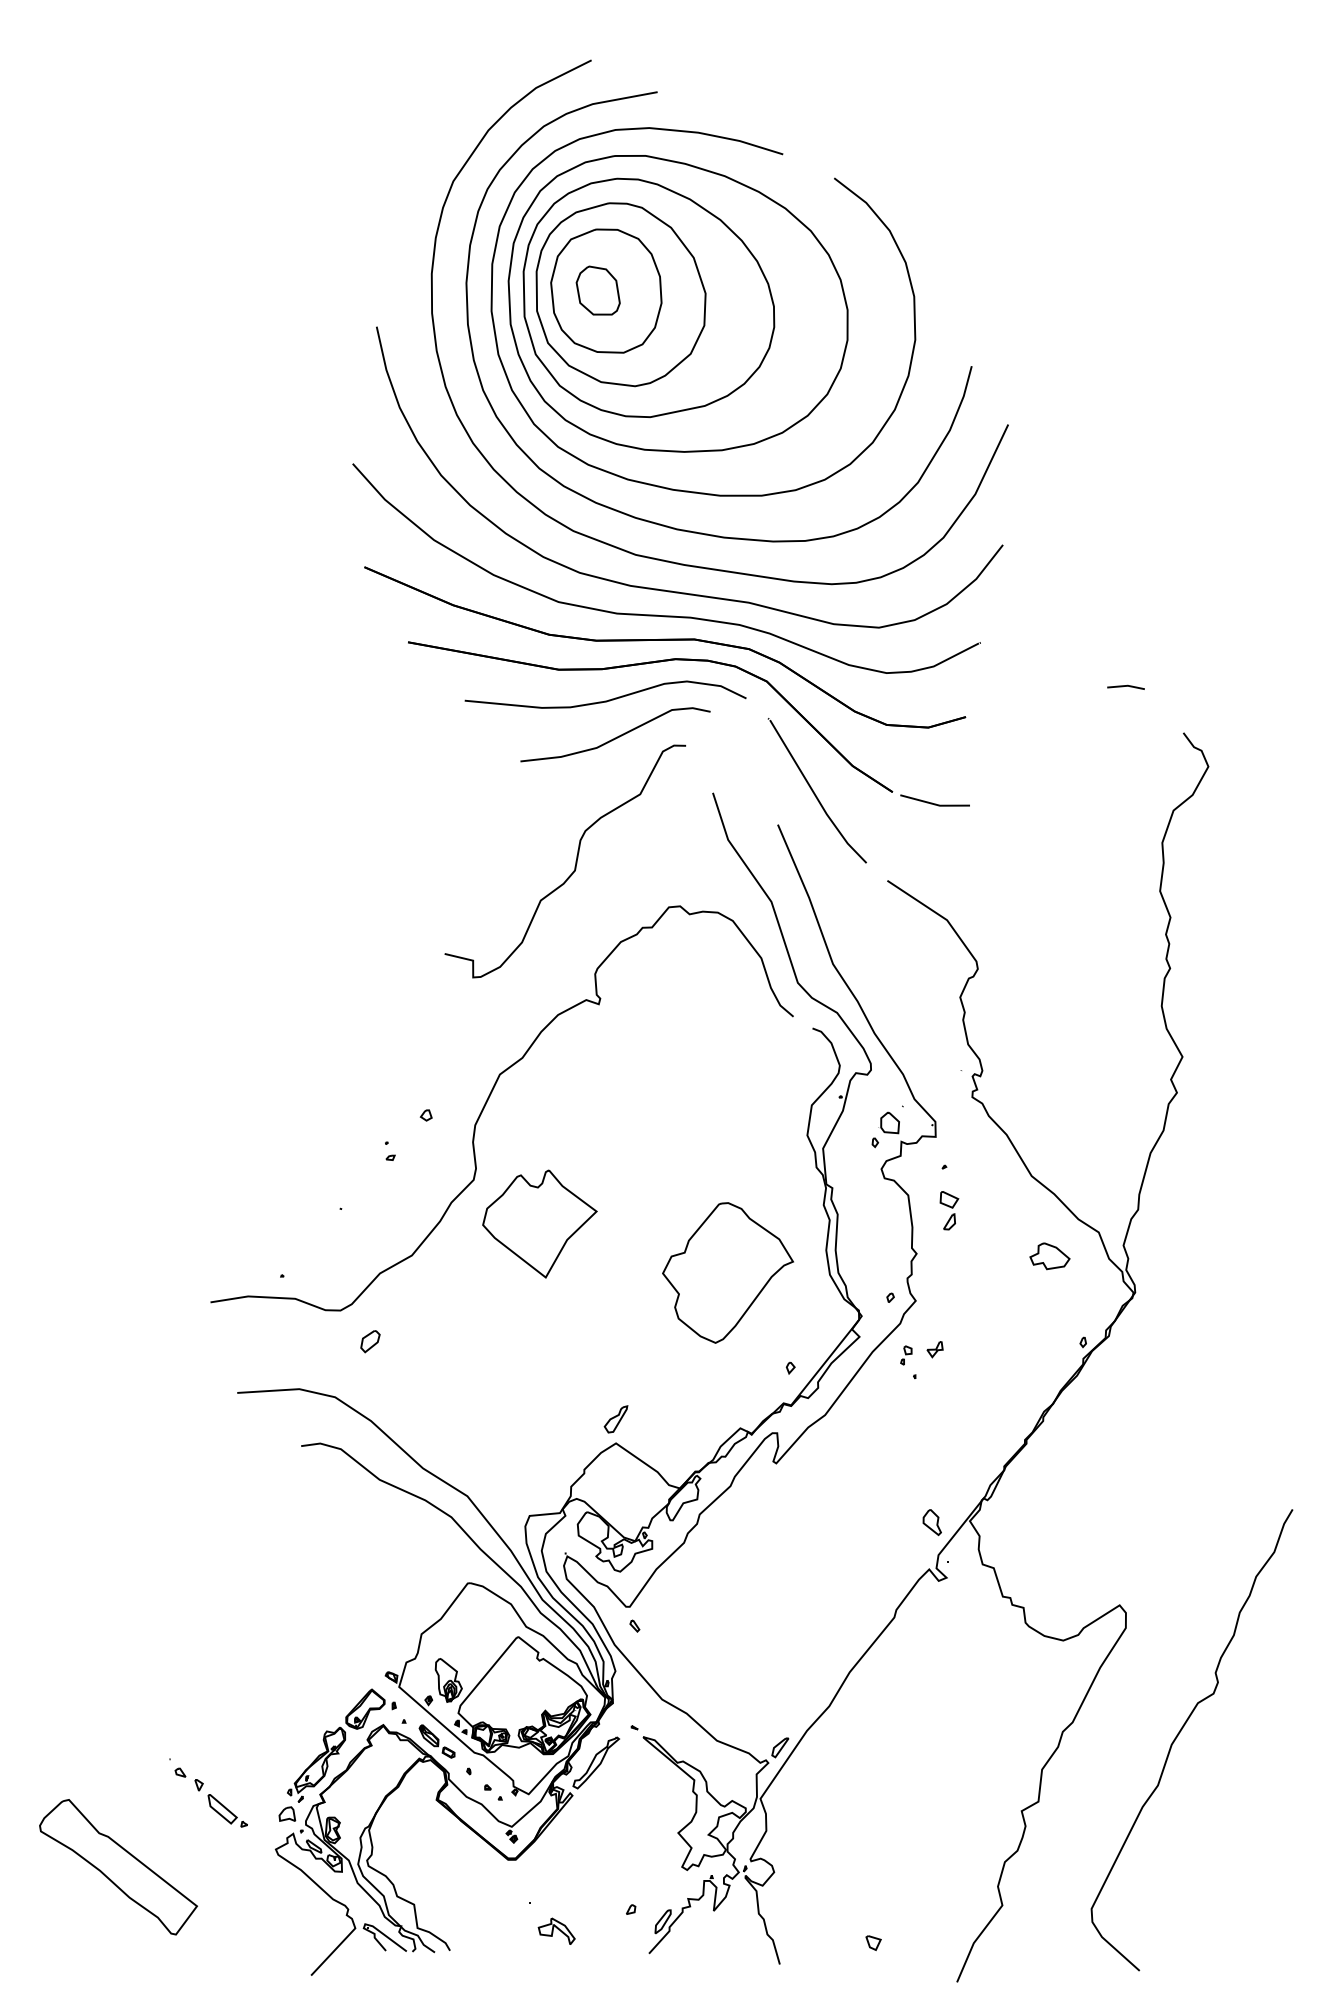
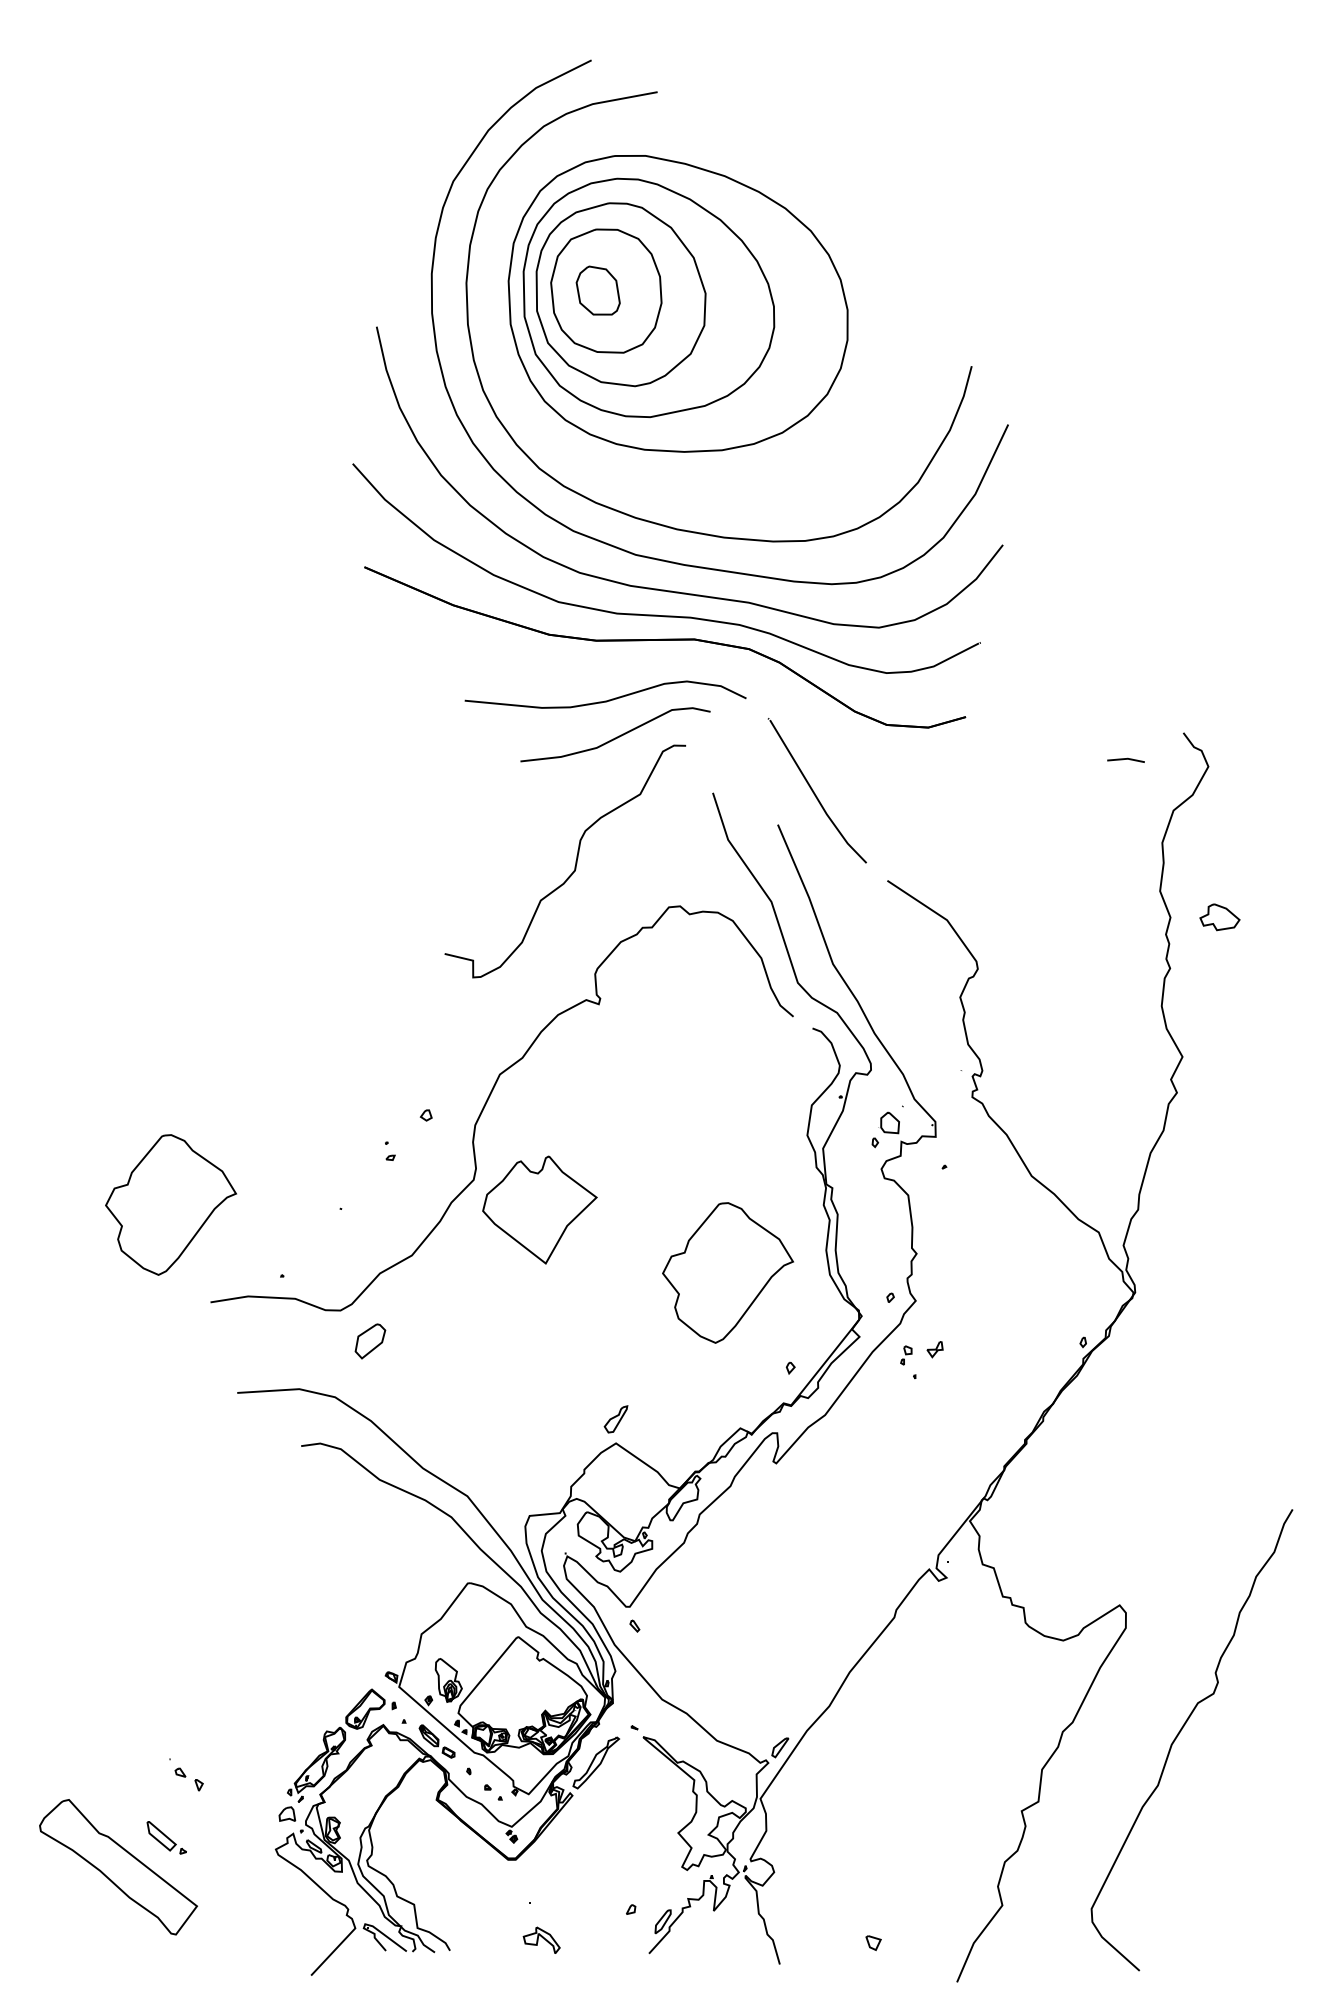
curve at (756, 147): present -> none
part at (696, 661): present -> none
line at (1125, 686) position: (1125, 686) -> (1125, 759)
part at (170, 1204): none -> present
part at (949, 1210): present -> none
part at (539, 1223) position: (539, 1223) -> (539, 1209)
part at (1049, 1256) position: (1049, 1256) -> (1219, 917)
part at (370, 1341) size: 21x24 px -> 33x37 px
part at (931, 1522): present -> none
part at (227, 1810) position: (227, 1810) -> (166, 1837)
part at (556, 1930) position: (556, 1930) -> (541, 1939)
